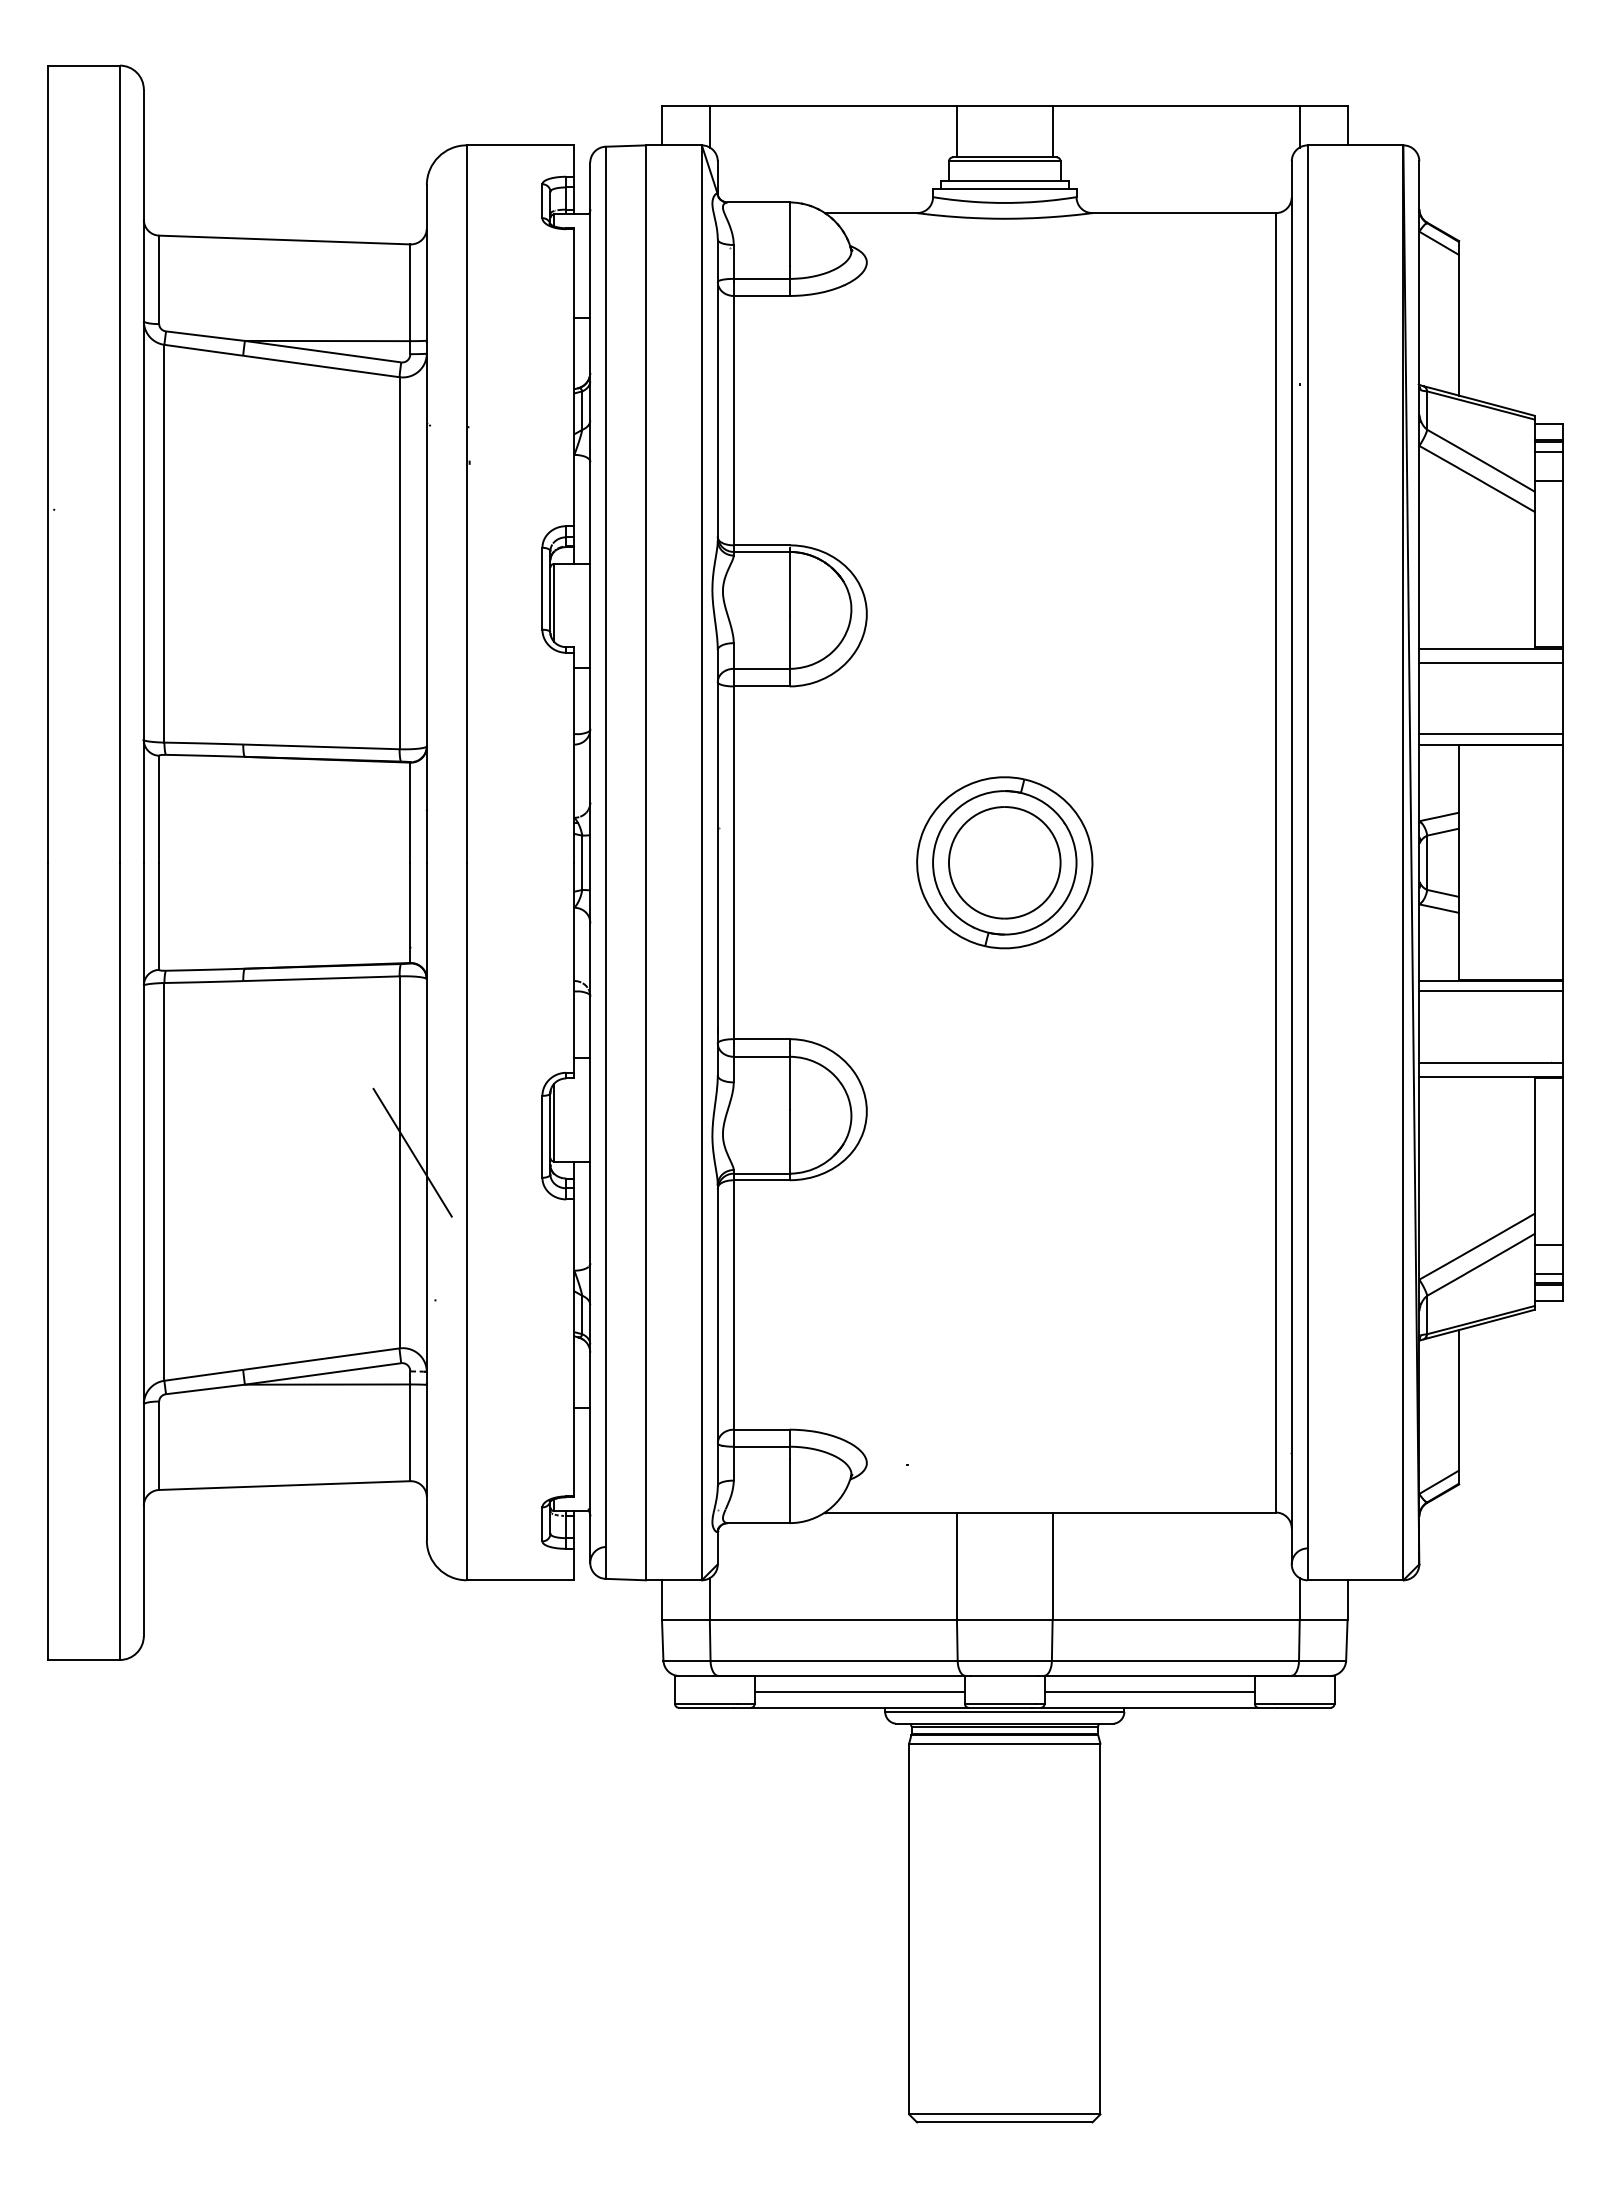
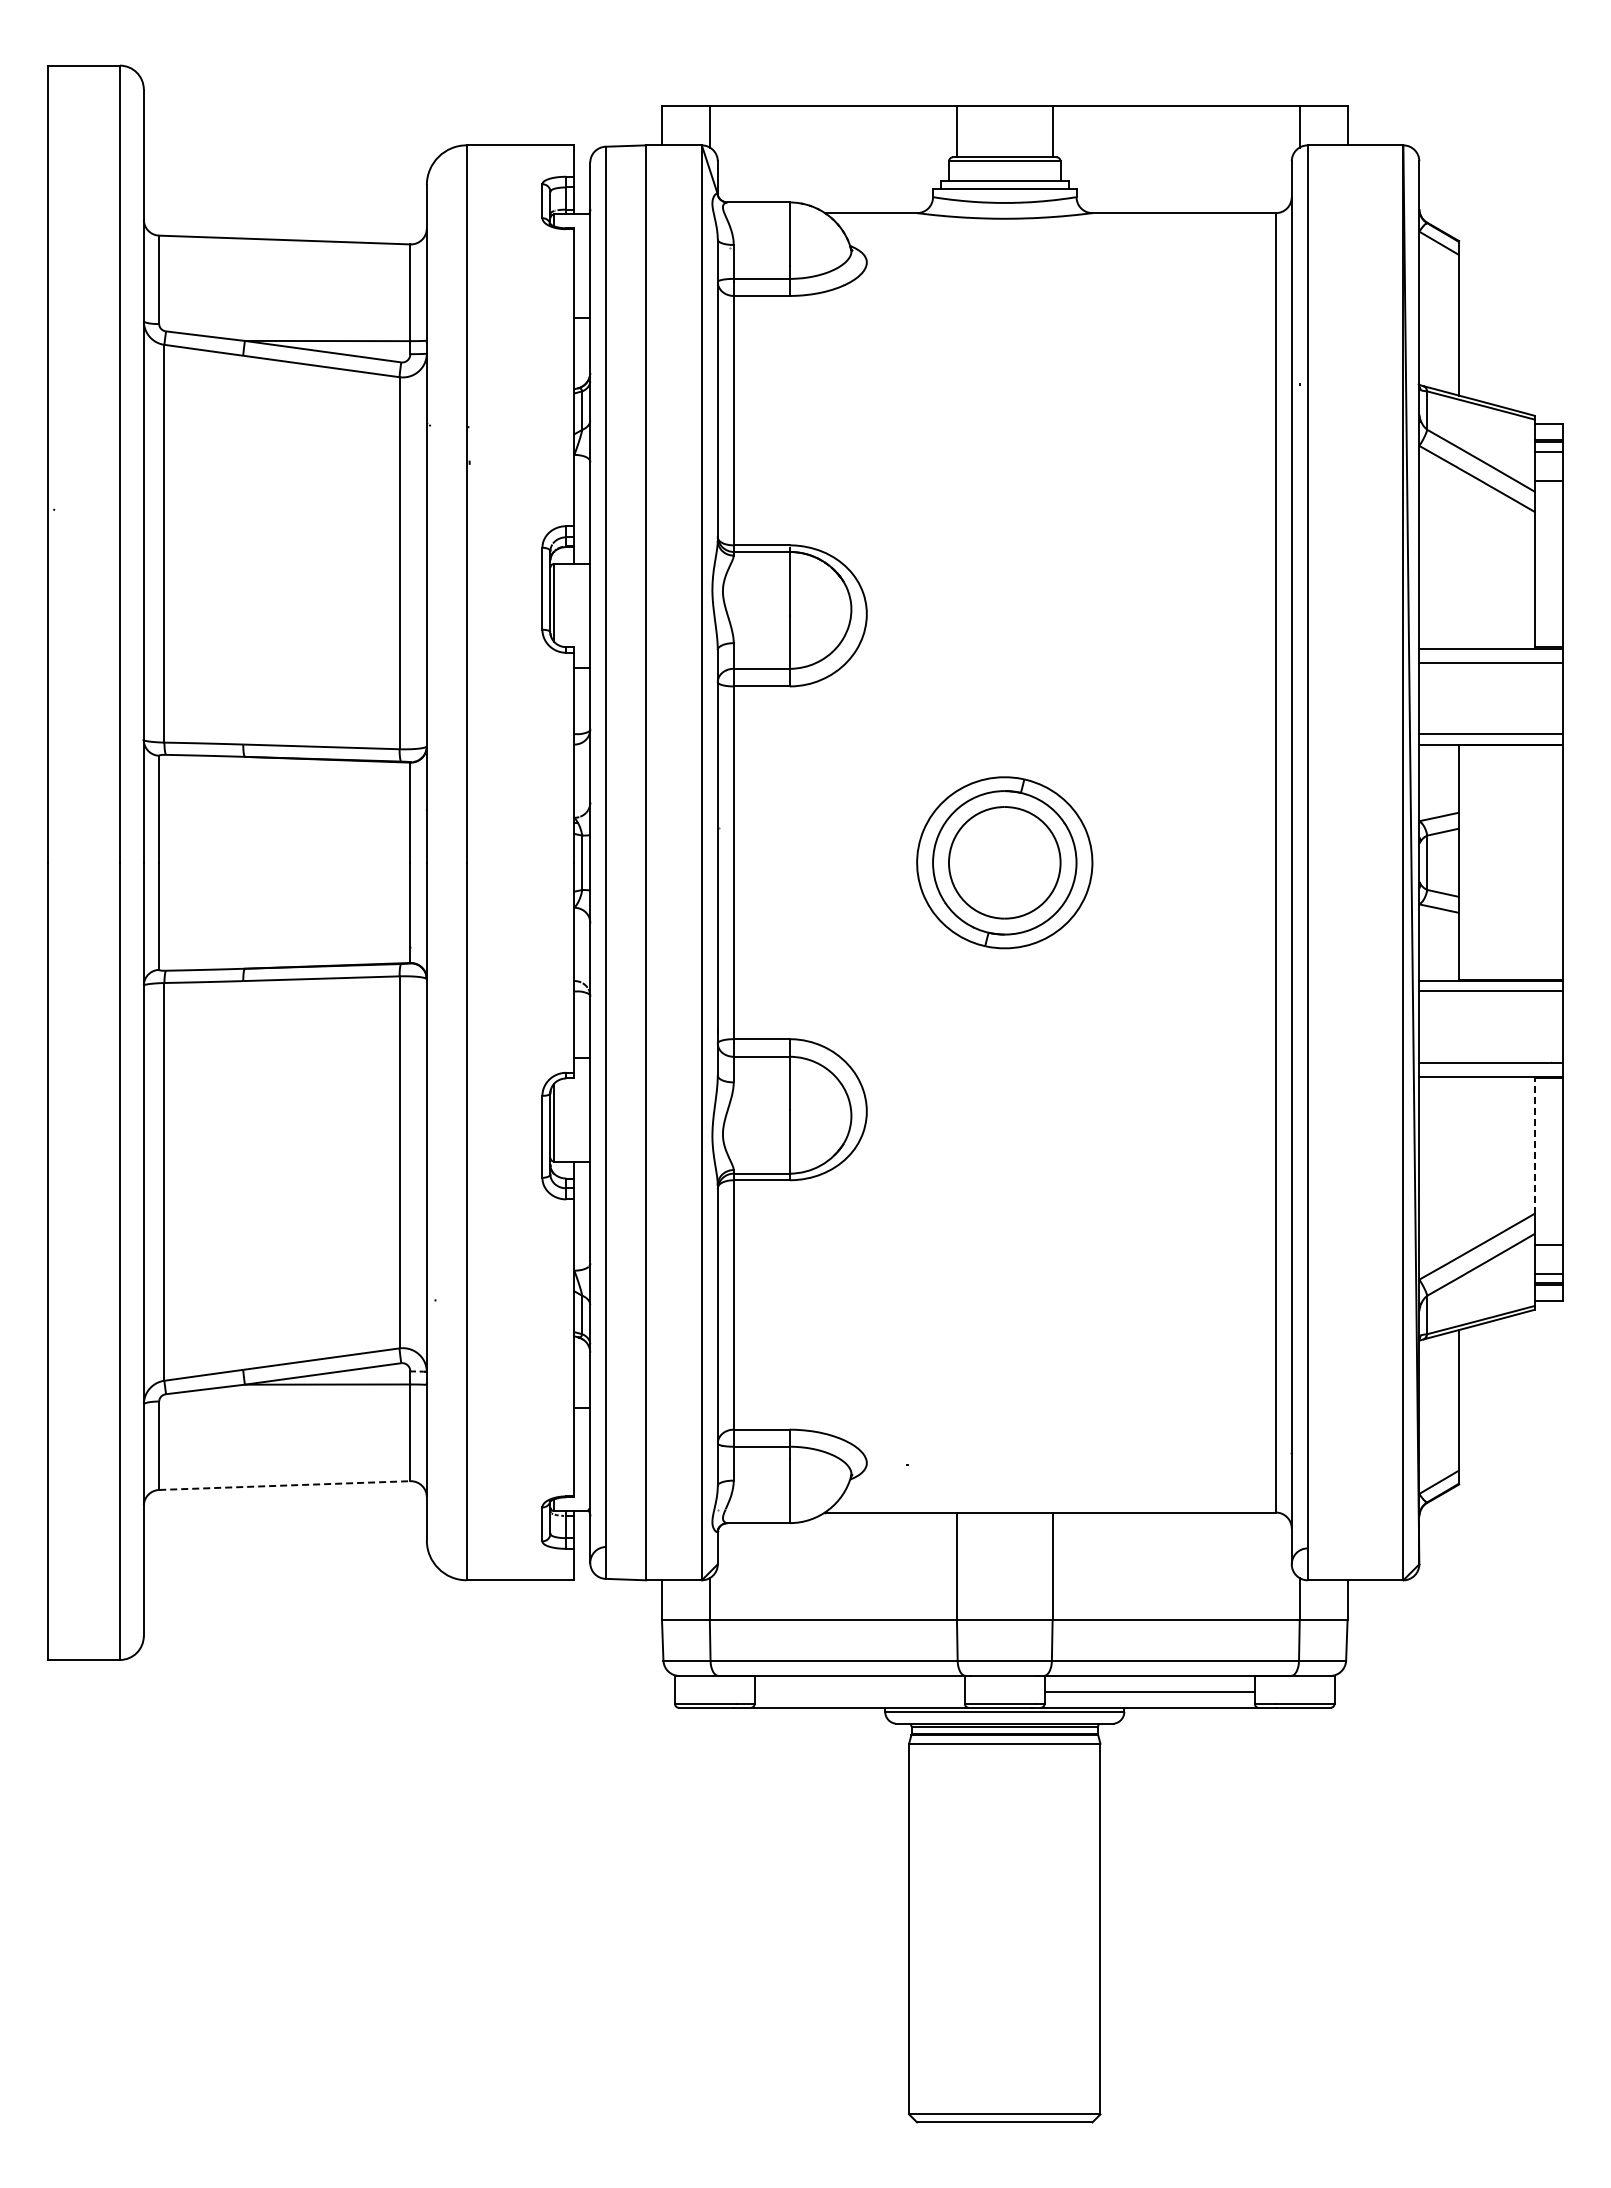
line at (1534, 1146): solid -> dashed
line at (412, 1152): present -> none
line at (284, 1485): solid -> dashed
line at (859, 1691): present -> none
